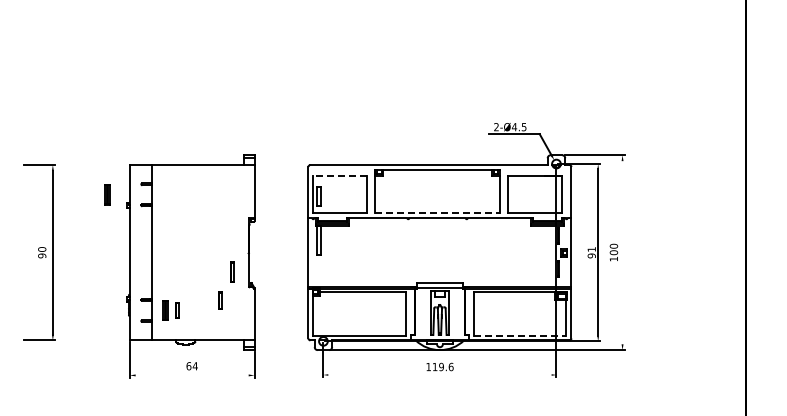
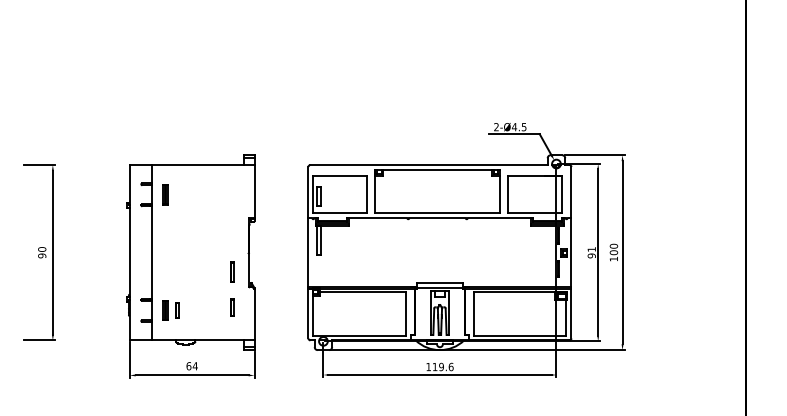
line at (339, 175): dashed -> solid
part at (107, 194) position: (107, 194) -> (165, 194)
line at (438, 213): dashed -> solid
line at (622, 252): none -> present
part at (220, 300) position: (220, 300) -> (232, 307)
line at (520, 335): dashed -> solid
line at (439, 374): none -> present
line at (191, 375): none -> present
